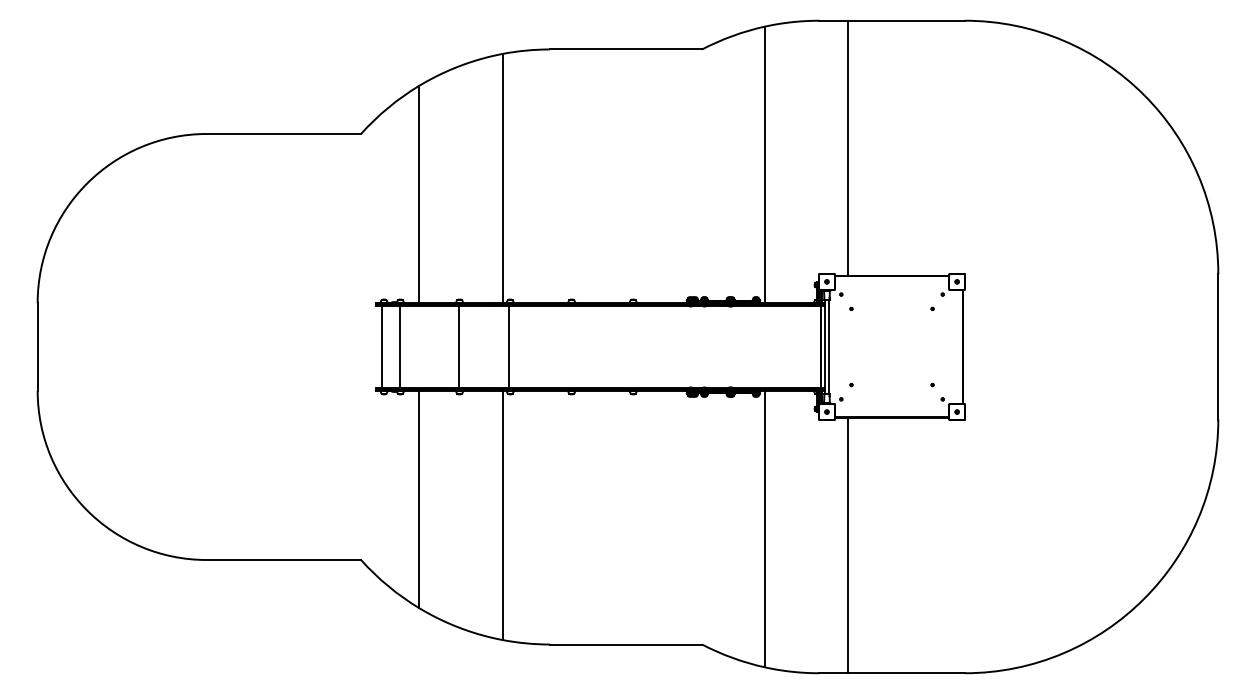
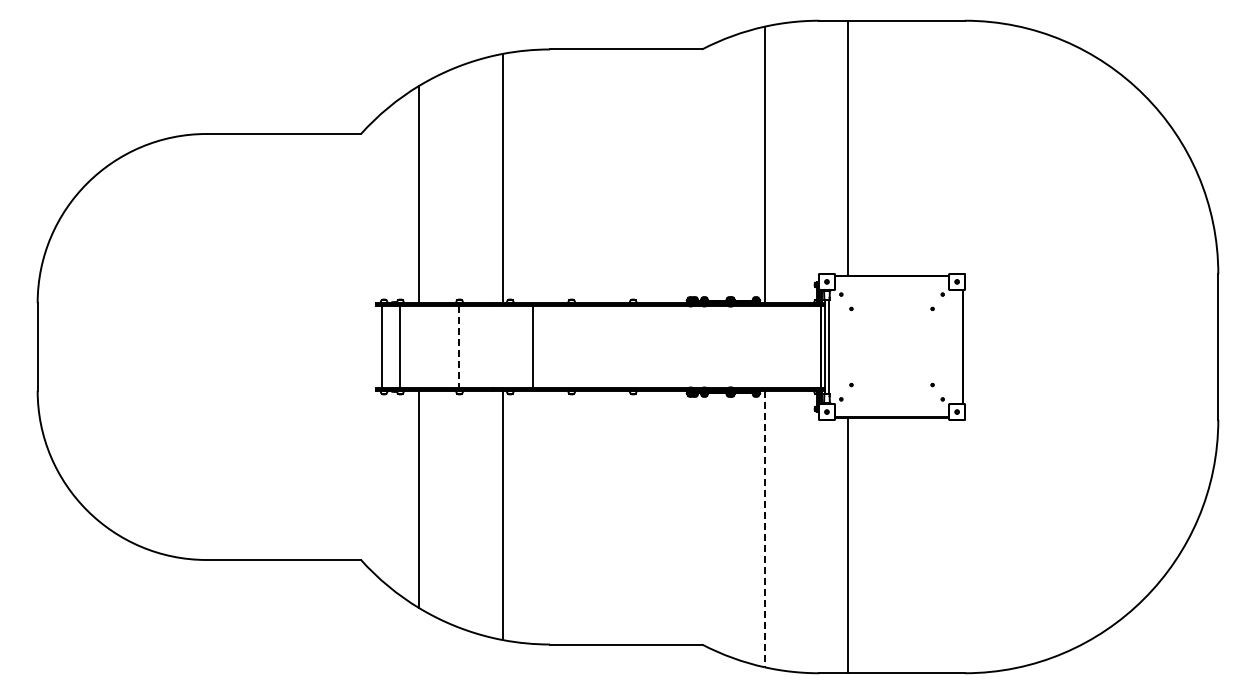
line at (508, 346) position: (508, 346) -> (532, 346)
line at (459, 347): solid -> dashed
line at (764, 529): solid -> dashed
